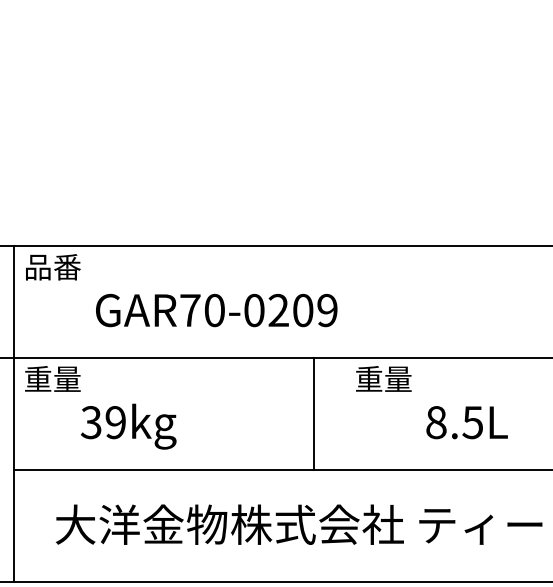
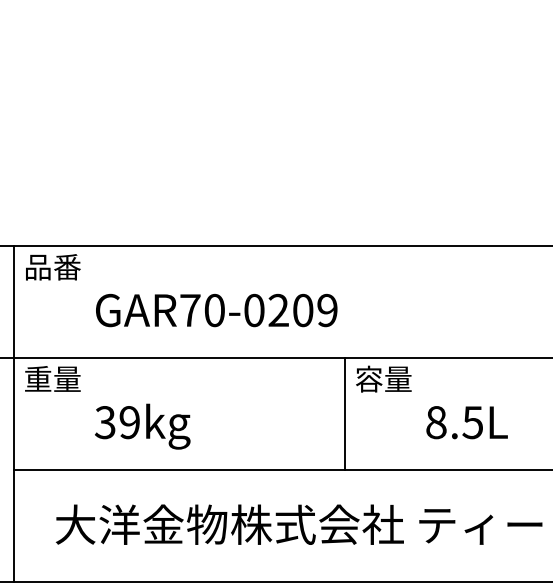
text at (369, 378): 重量 -> 容量
line at (314, 413) position: (314, 413) -> (345, 413)
text at (128, 426) position: (128, 426) -> (142, 426)
